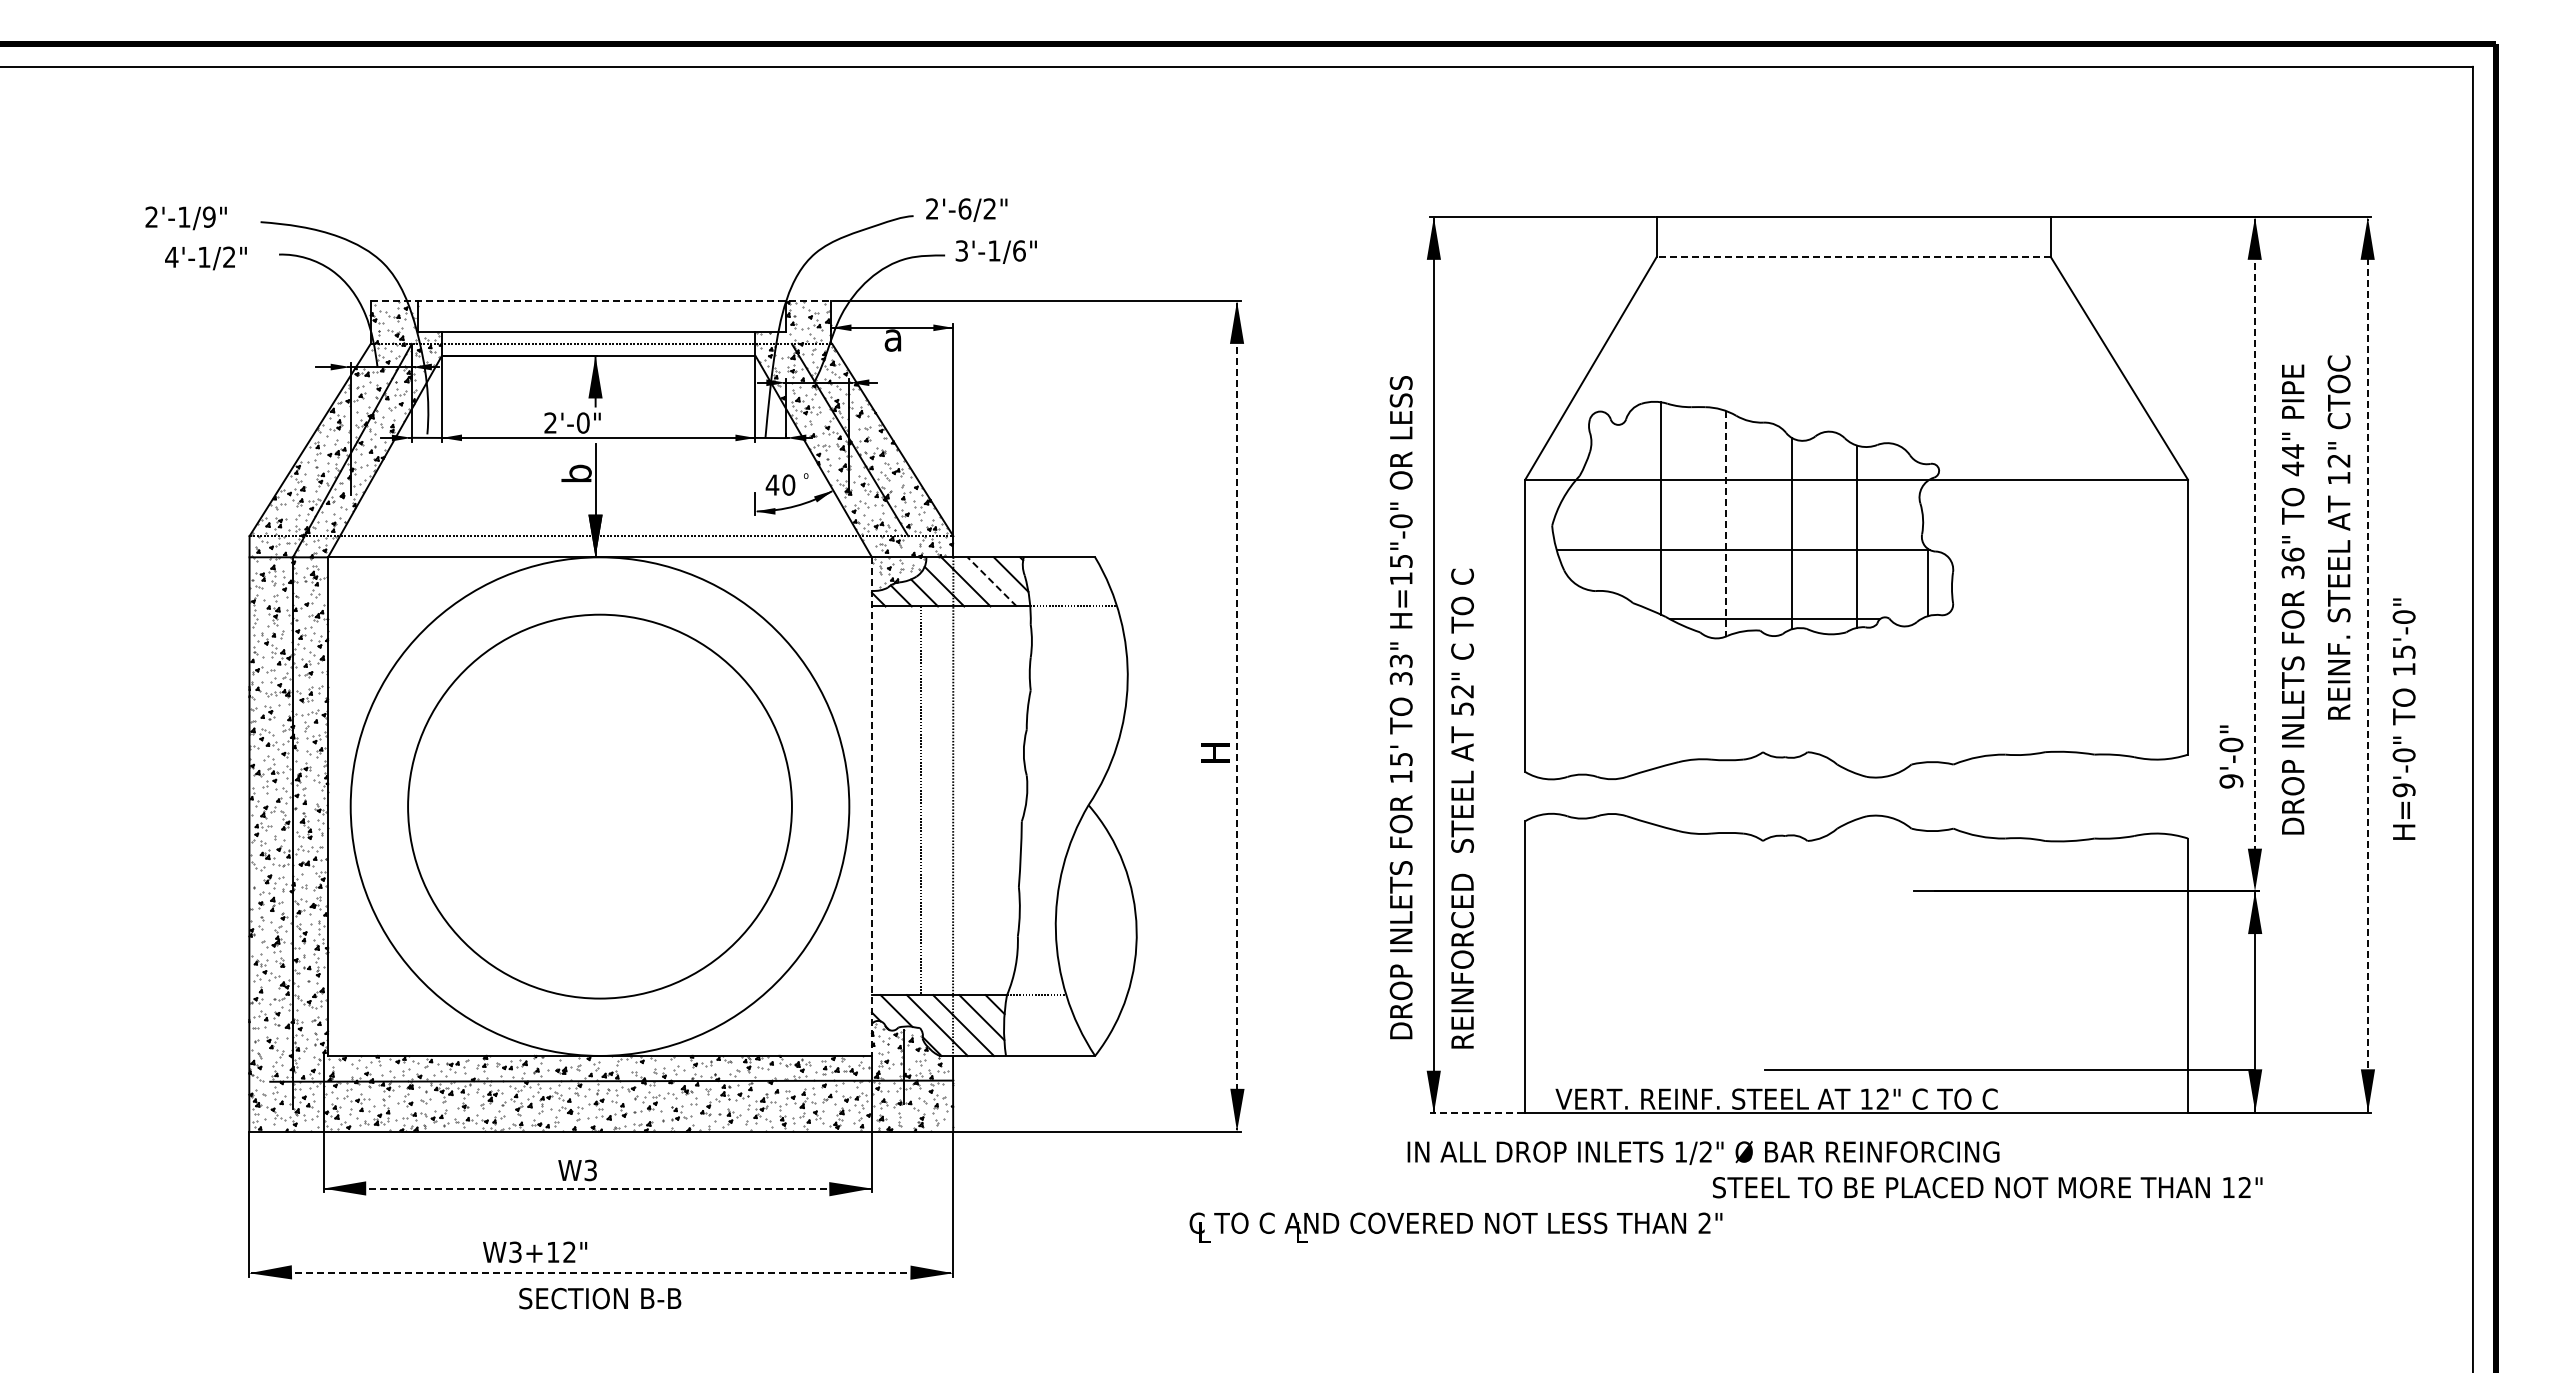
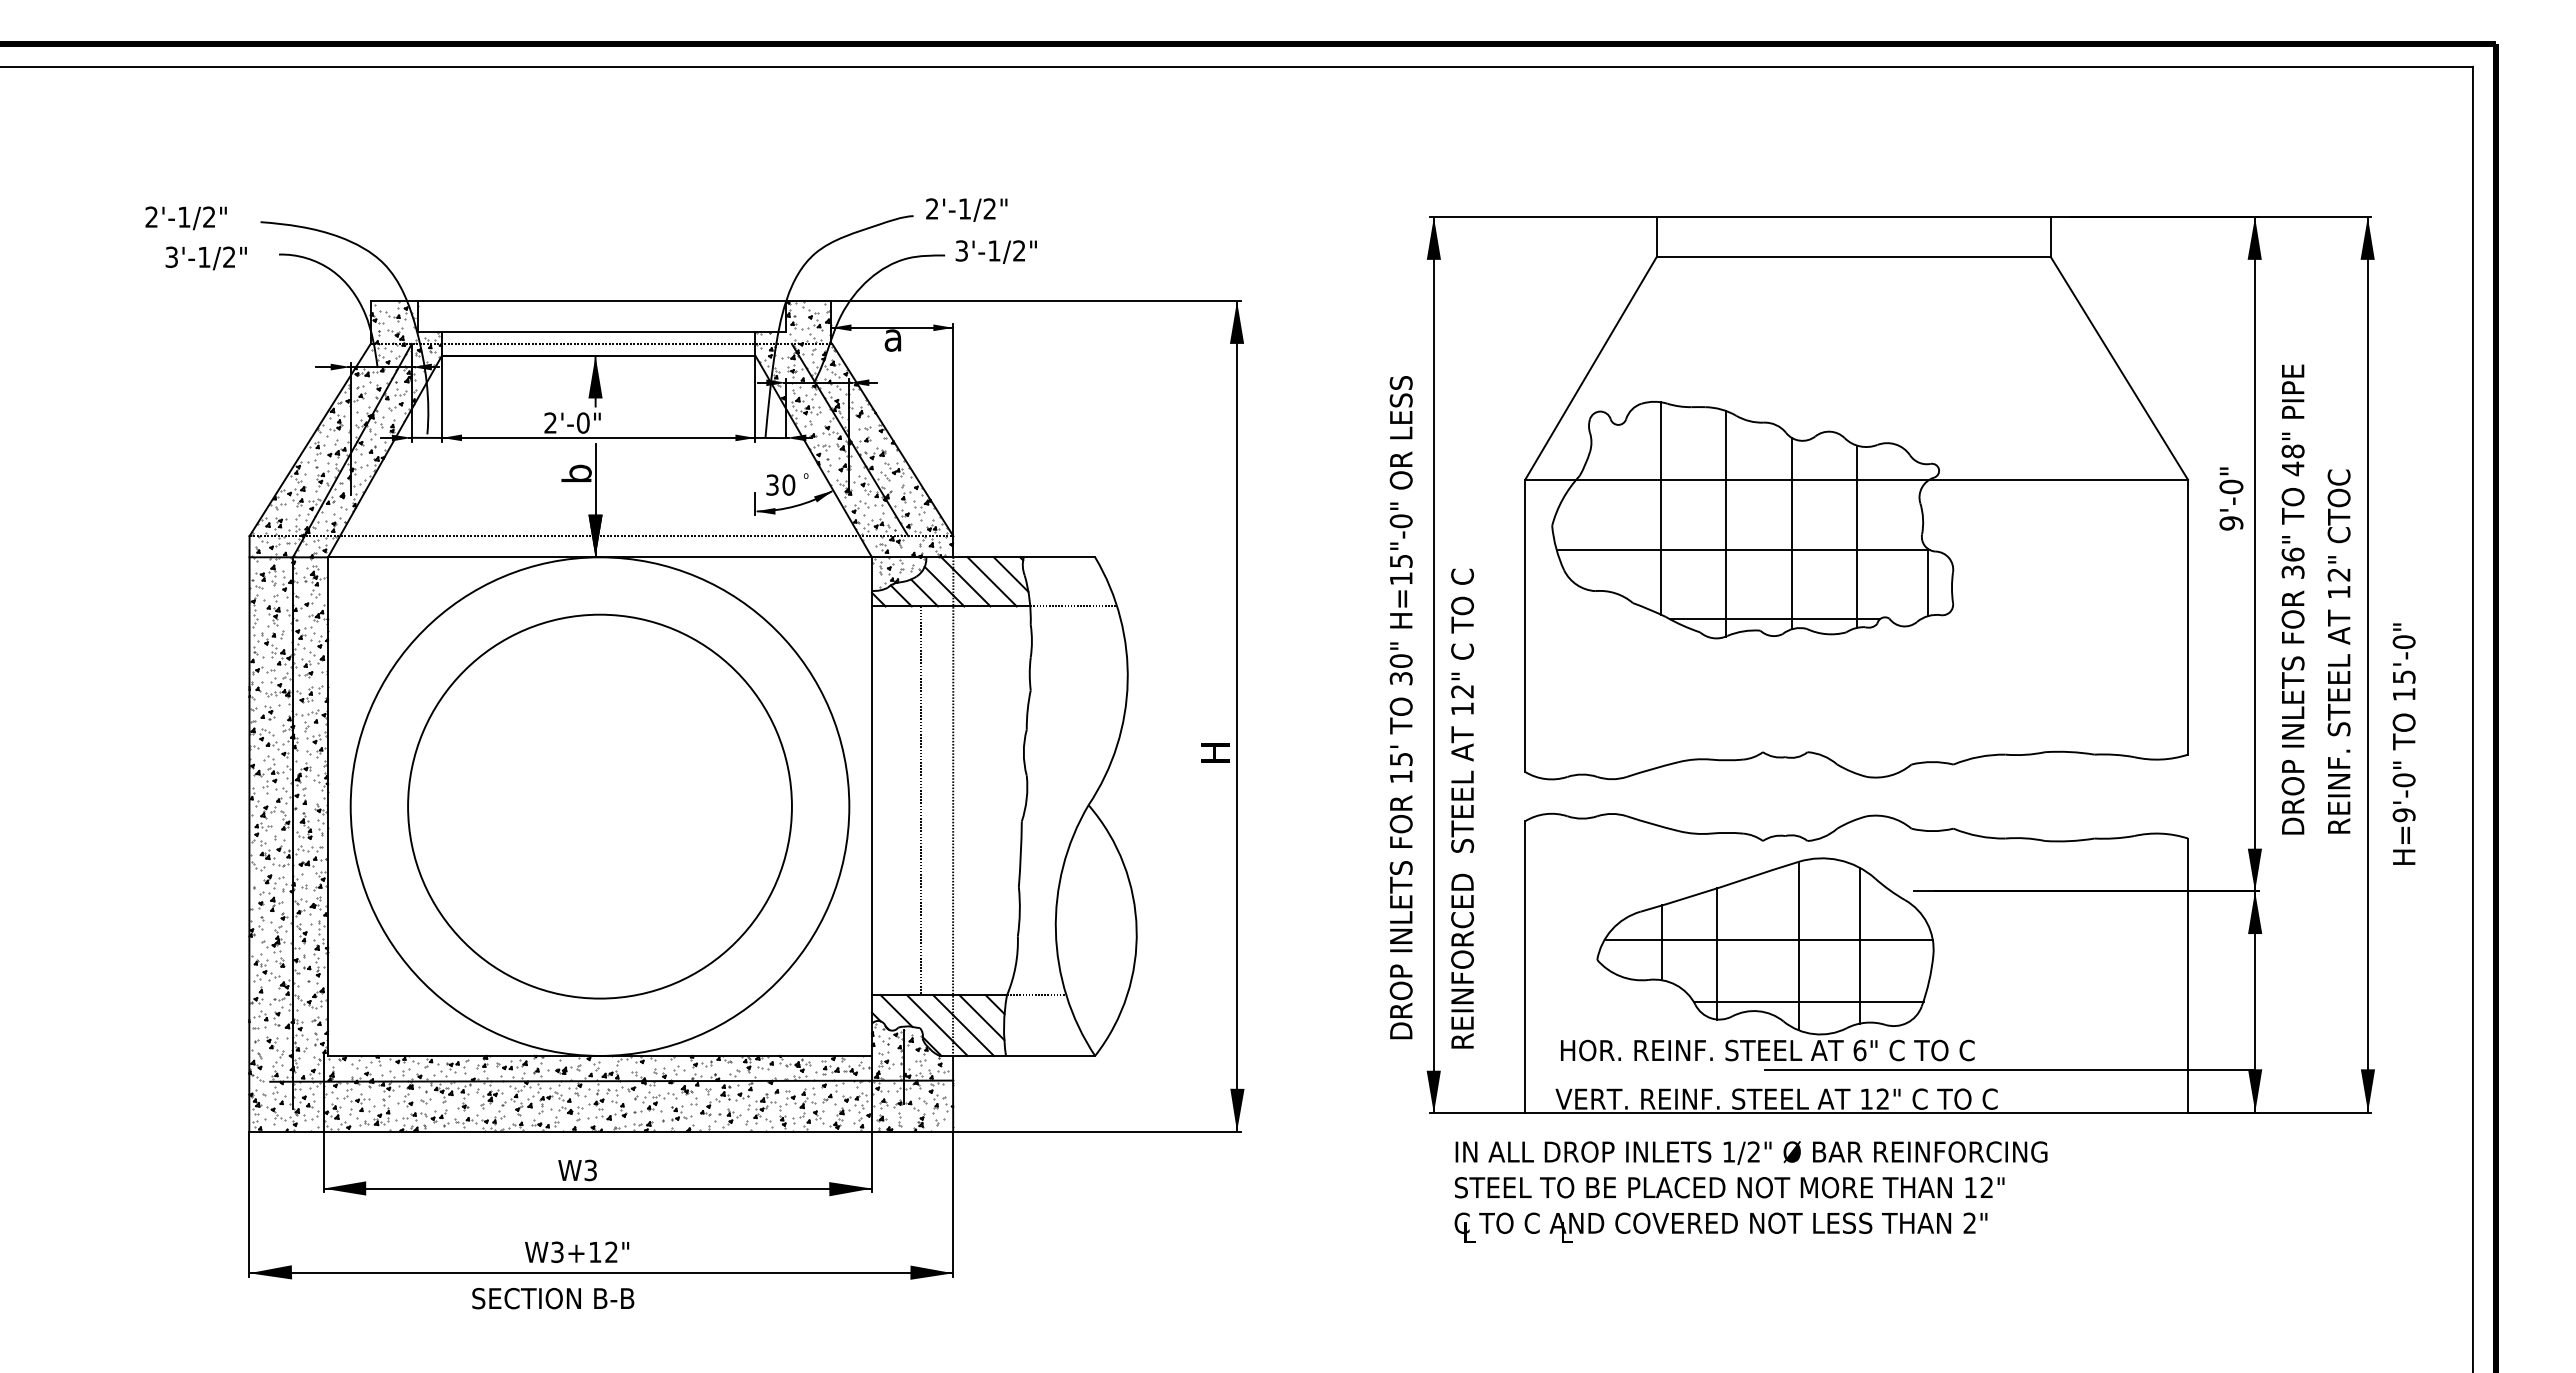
text at (964, 208): 2'-6/2" -> 2'-1/2"
text at (208, 216): 2'-1/9" -> 2'-1/2"
text at (1019, 250): 3'-1/6" -> 3'-1/2"
text at (171, 256): 4'-1/2" -> 3'-1/2"
line at (1853, 257): dashed -> solid
line at (601, 301): dashed -> solid
text at (2292, 451): 44" -> 48"
text at (772, 484): 40 -> 30
line at (1725, 523): dashed -> solid
text at (2338, 537) position: (2338, 537) -> (2338, 651)
line at (2255, 554): dashed -> solid
line at (992, 581): dashed -> solid
text at (1400, 660): 33" -> 30"
line at (2367, 665): dashed -> solid
text at (1462, 708): 52" -> 12"
line at (1237, 716): dashed -> solid
text at (2403, 718) position: (2403, 718) -> (2403, 743)
text at (2231, 756) position: (2231, 756) -> (2231, 498)
line at (871, 807): dashed -> solid
part at (1767, 959): none -> present
line at (1477, 1113): dashed -> solid
text at (1703, 1152) position: (1703, 1152) -> (1751, 1152)
text at (1987, 1187) position: (1987, 1187) -> (1729, 1187)
line at (597, 1188): dashed -> solid
text at (1455, 1227) position: (1455, 1227) -> (1720, 1227)
text at (535, 1251) position: (535, 1251) -> (577, 1251)
line at (601, 1273): dashed -> solid
text at (600, 1298) position: (600, 1298) -> (553, 1298)
